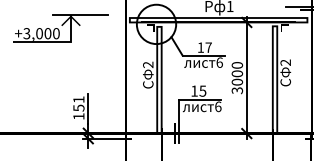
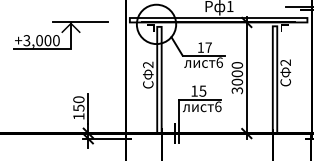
part at (60, 28) position: (60, 28) -> (60, 35)
text at (78, 99): 151 -> 150
